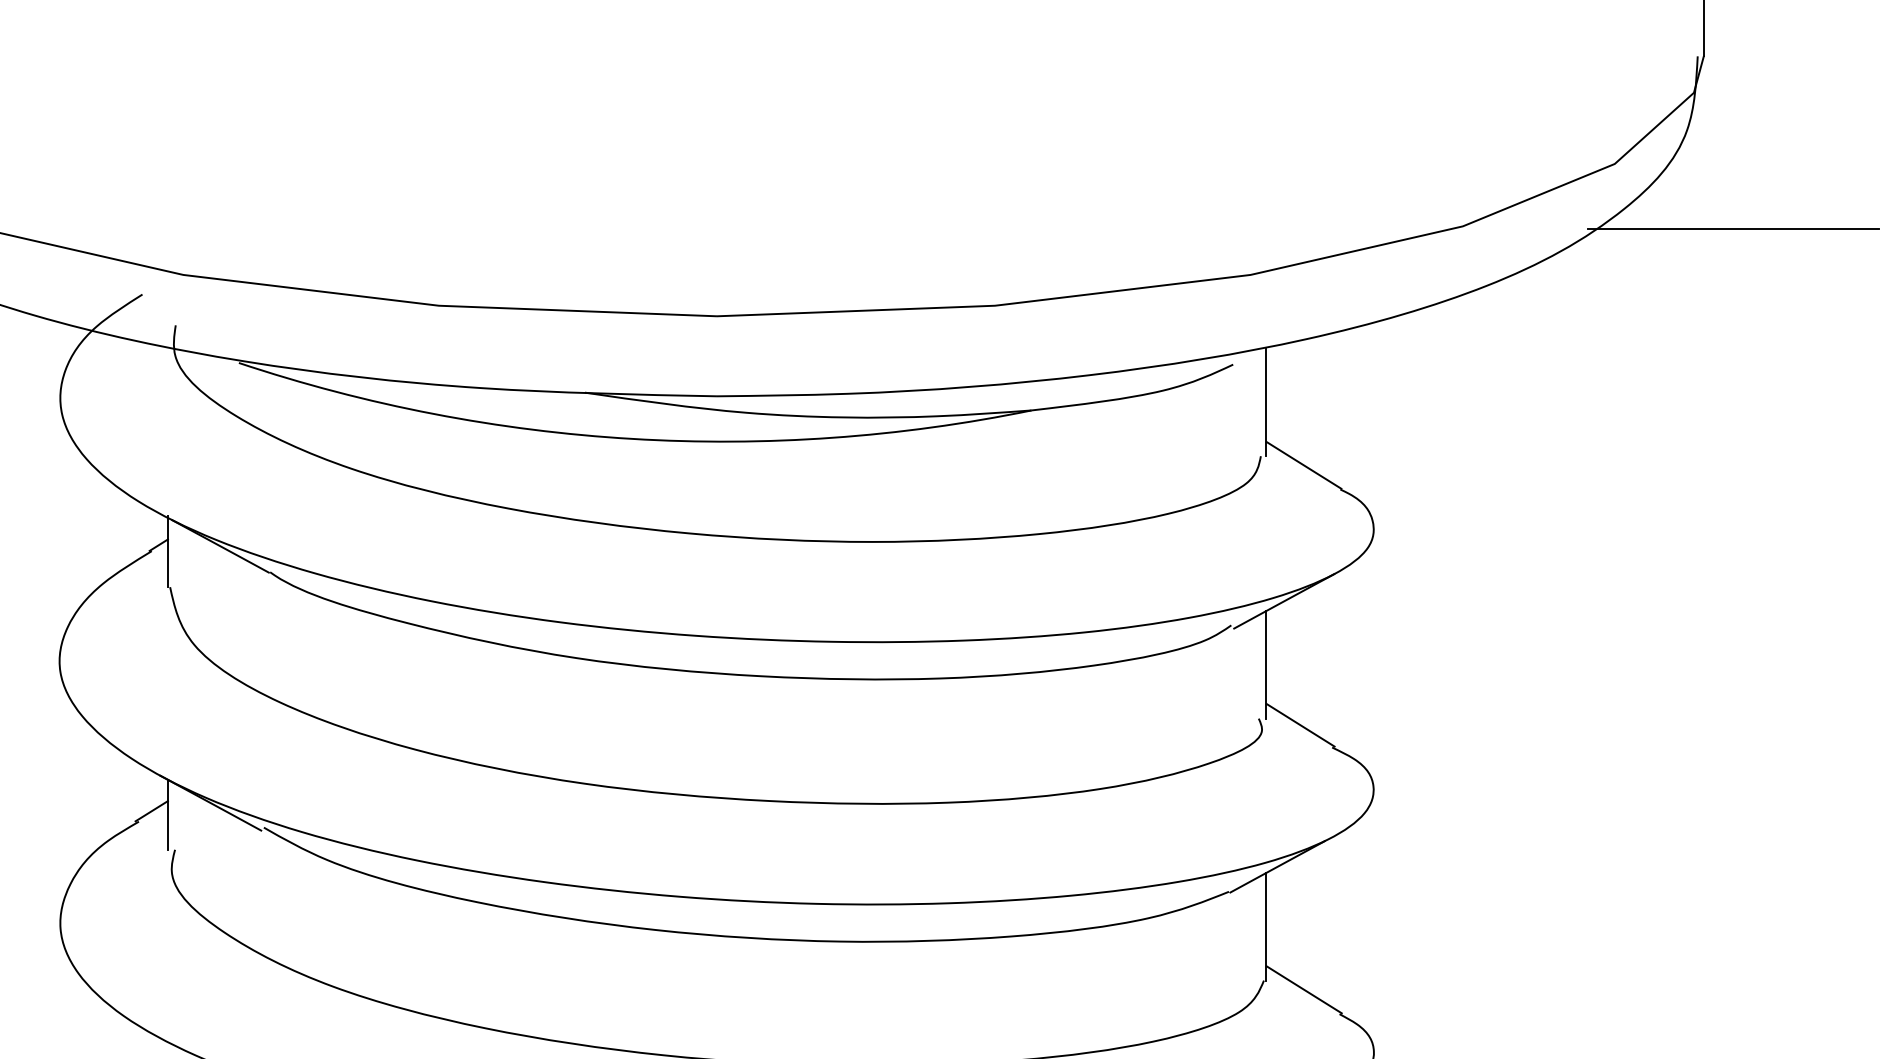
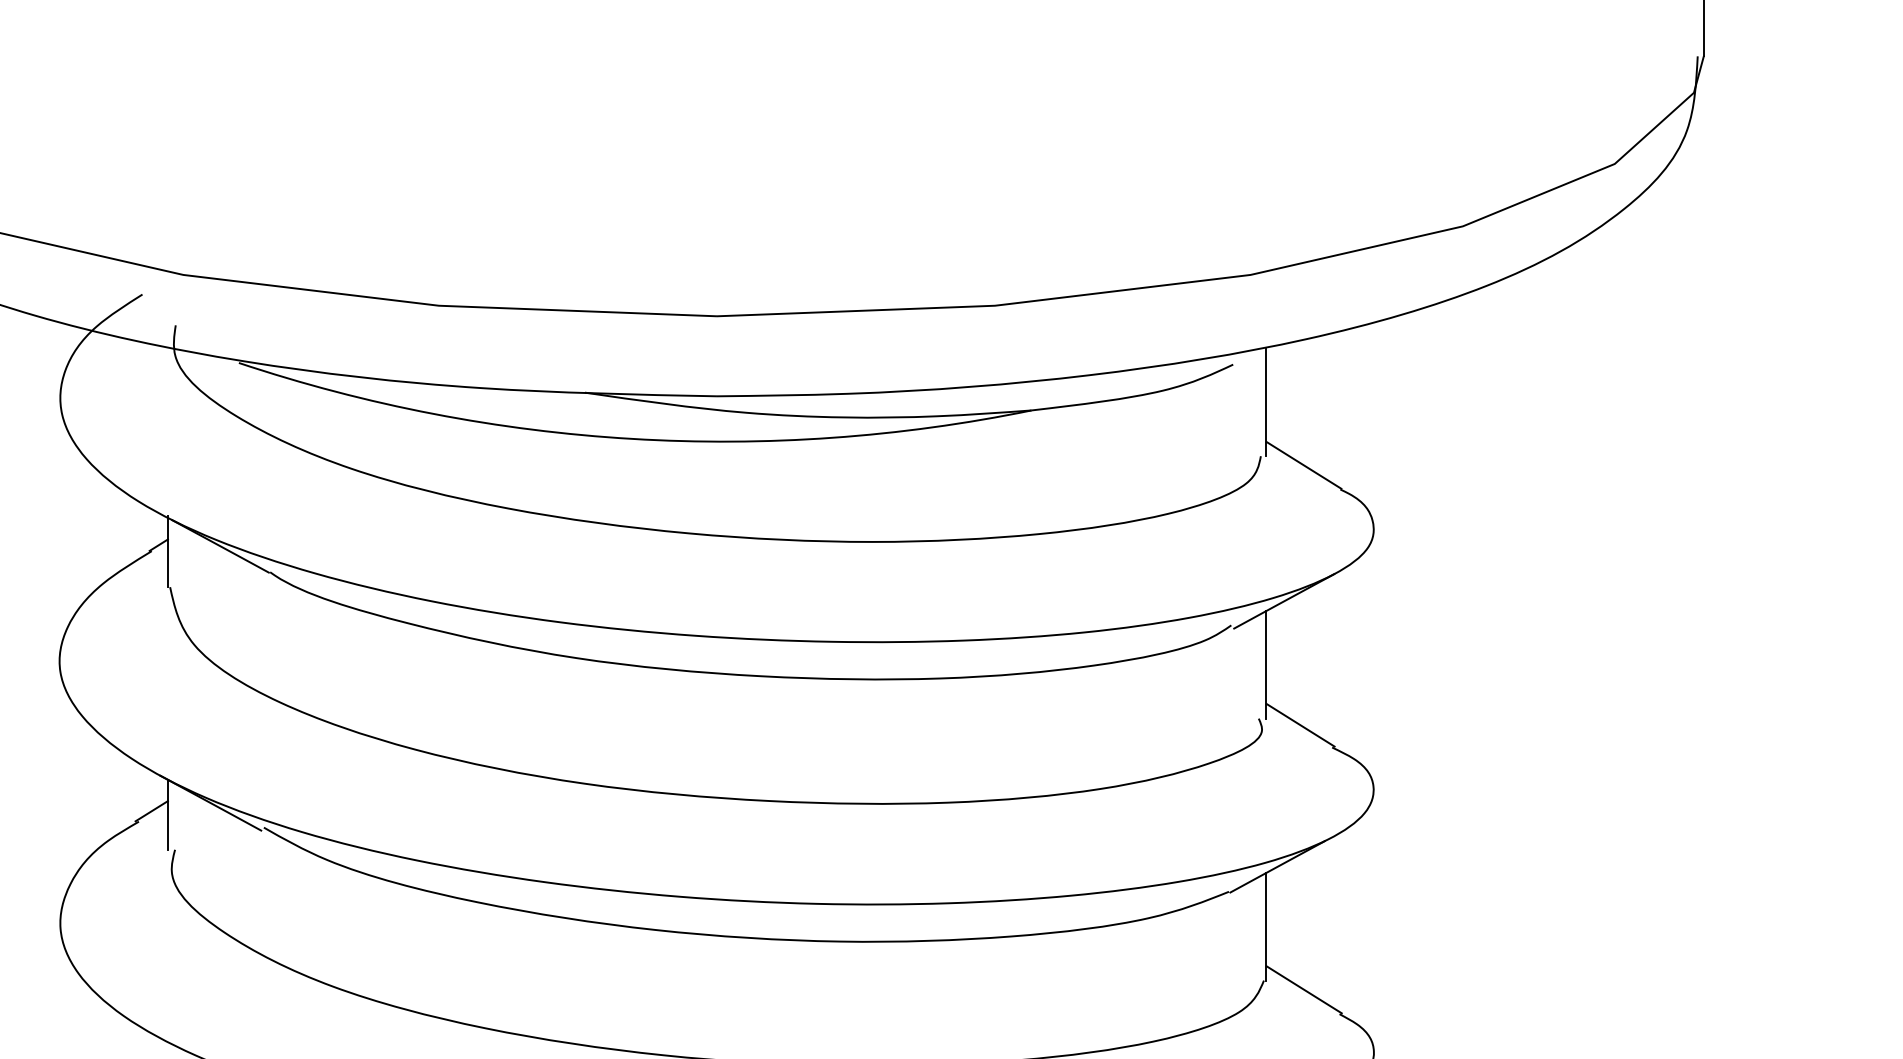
line at (1733, 229): present -> none
